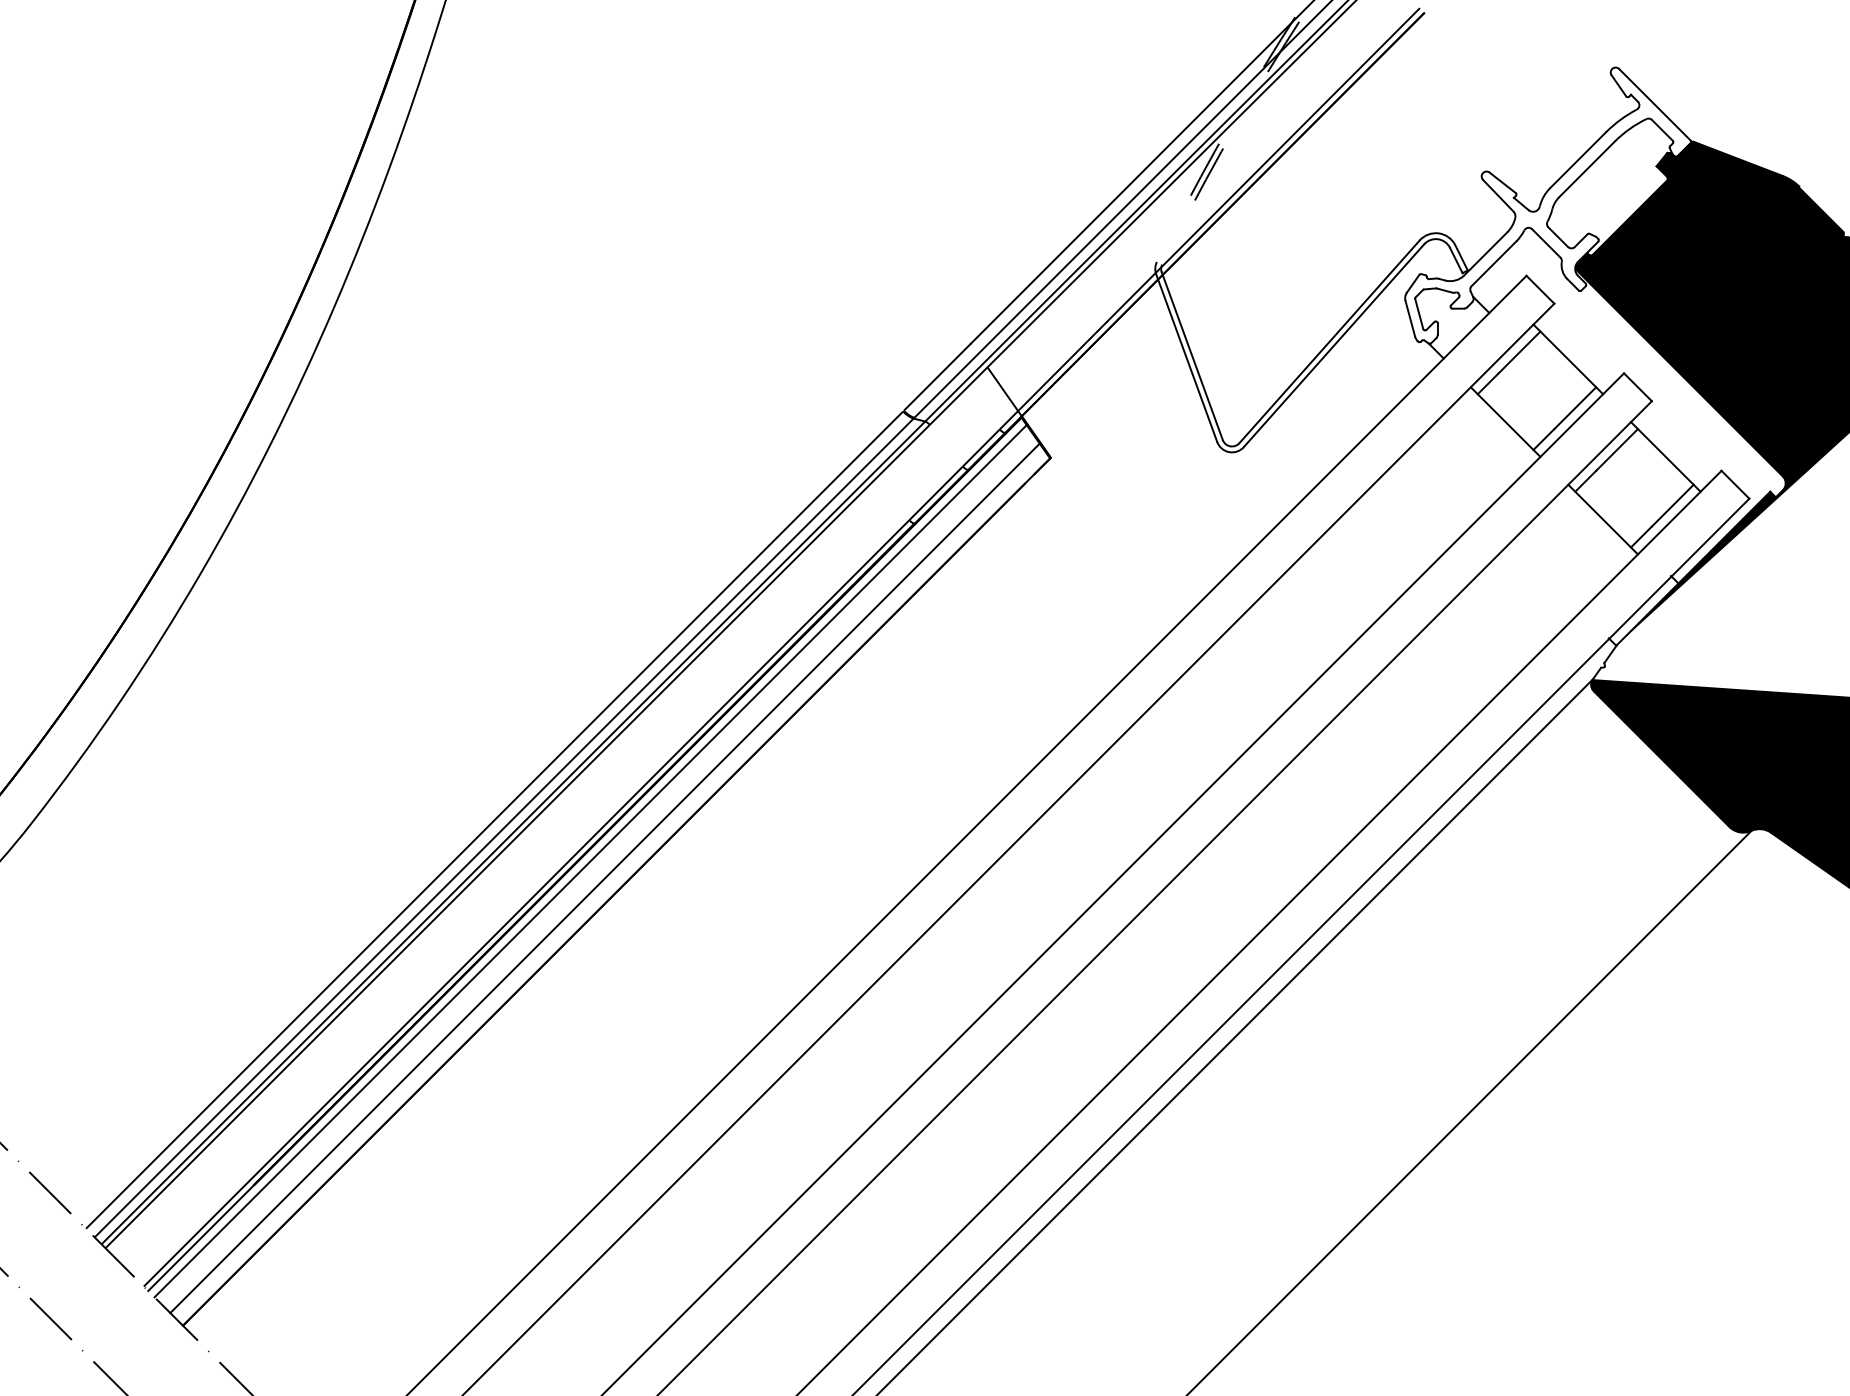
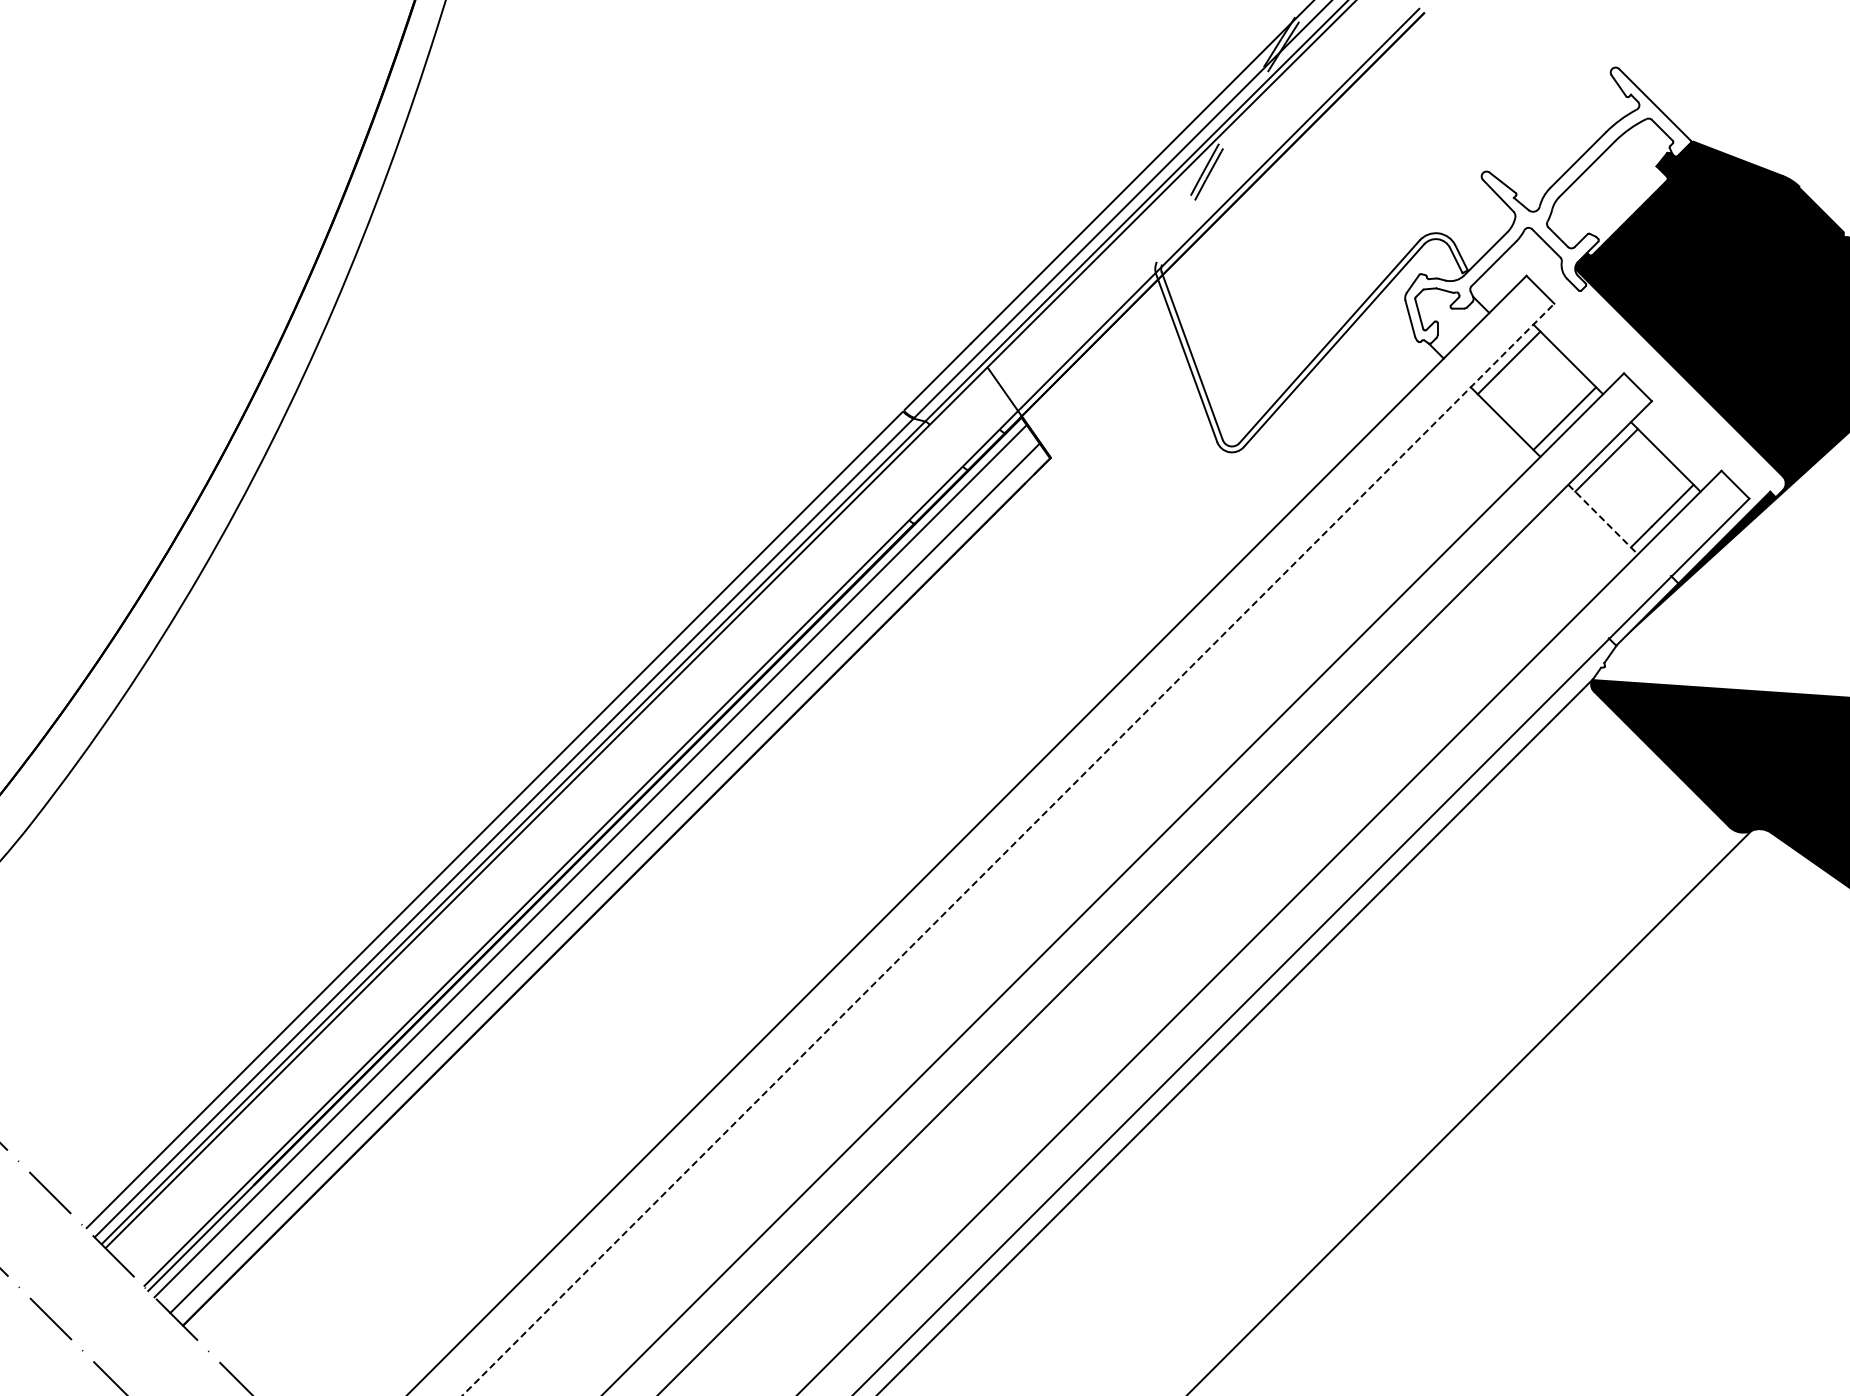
line at (1603, 519): solid -> dashed
line at (1008, 849): solid -> dashed
